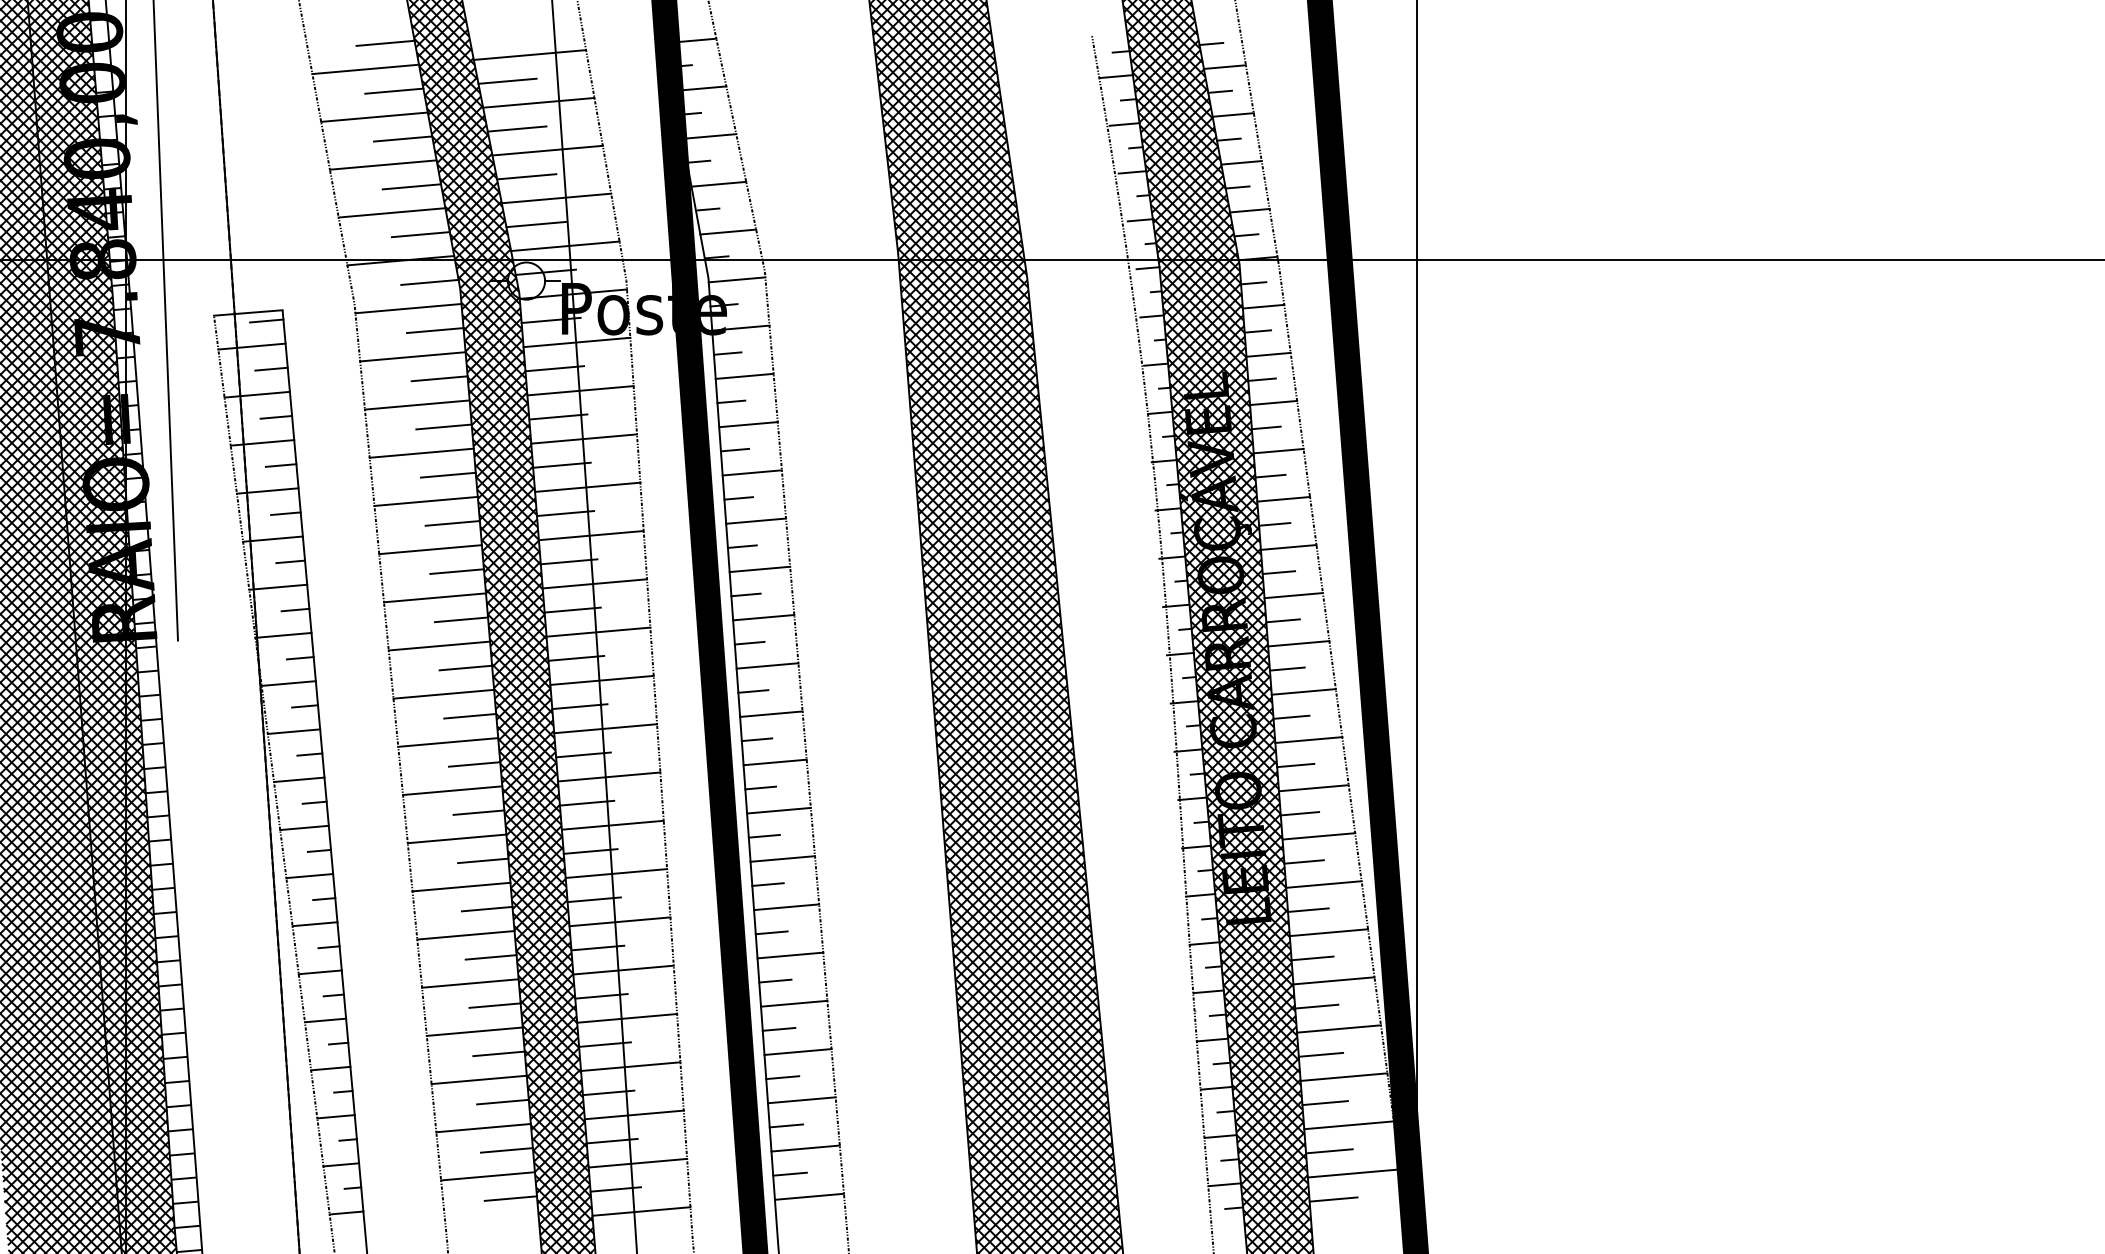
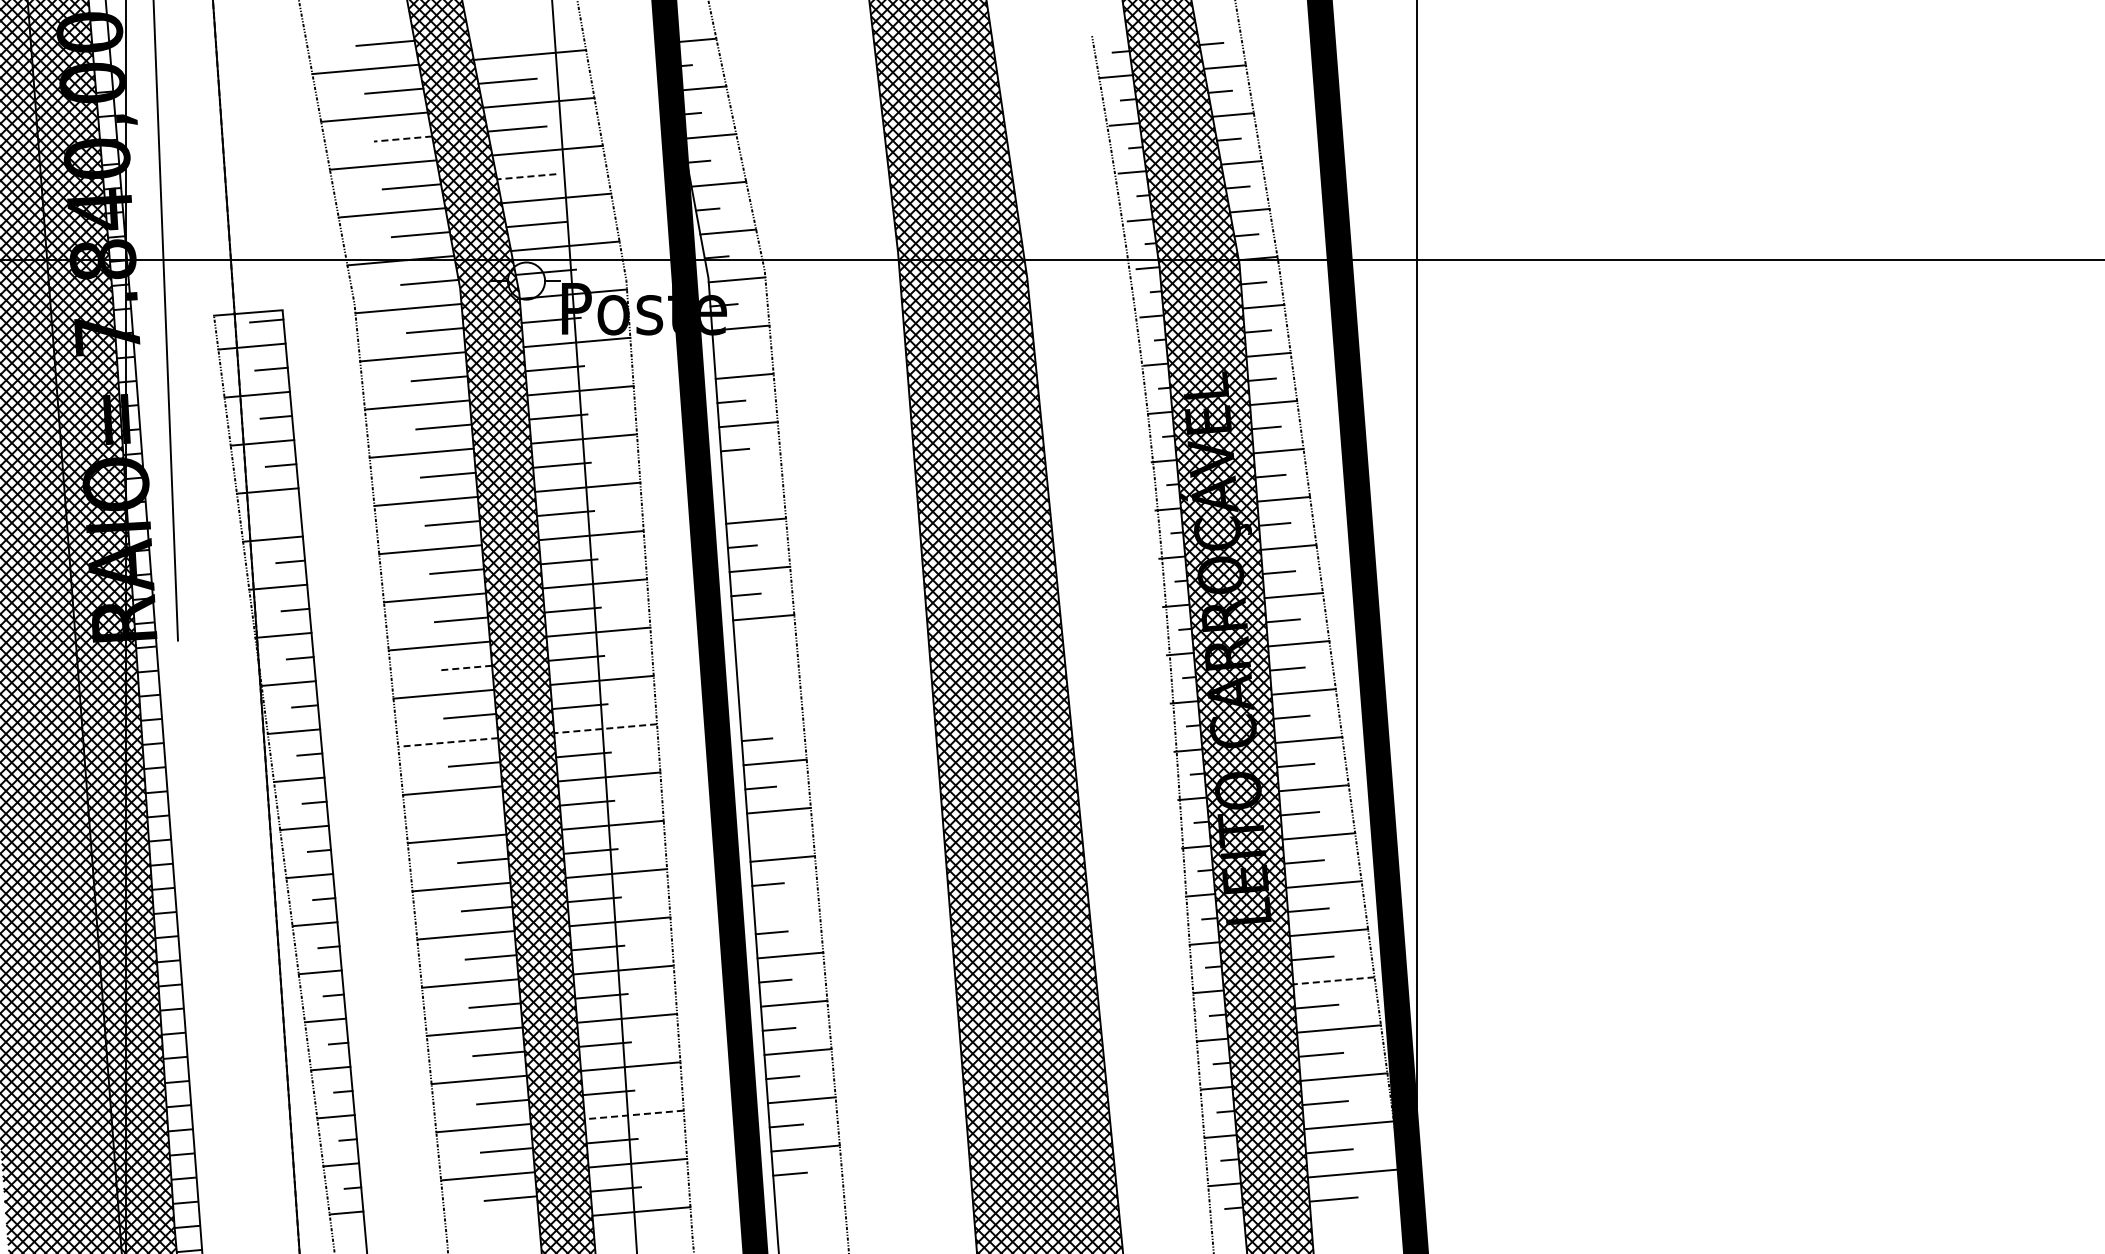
line at (402, 139): solid -> dashed
line at (526, 176): solid -> dashed
line at (727, 353): present -> none
line at (751, 472): present -> none
line at (738, 498): present -> none
line at (285, 513): present -> none
line at (749, 642): present -> none
line at (767, 665): present -> none
line at (465, 668): solid -> dashed
line at (753, 691): present -> none
line at (771, 713): present -> none
line at (605, 728): solid -> dashed
line at (447, 742): solid -> dashed
line at (478, 812): present -> none
line at (763, 835): present -> none
line at (786, 907): present -> none
line at (1333, 980): solid -> dashed
line at (634, 1114): solid -> dashed
line at (808, 1196): present -> none
